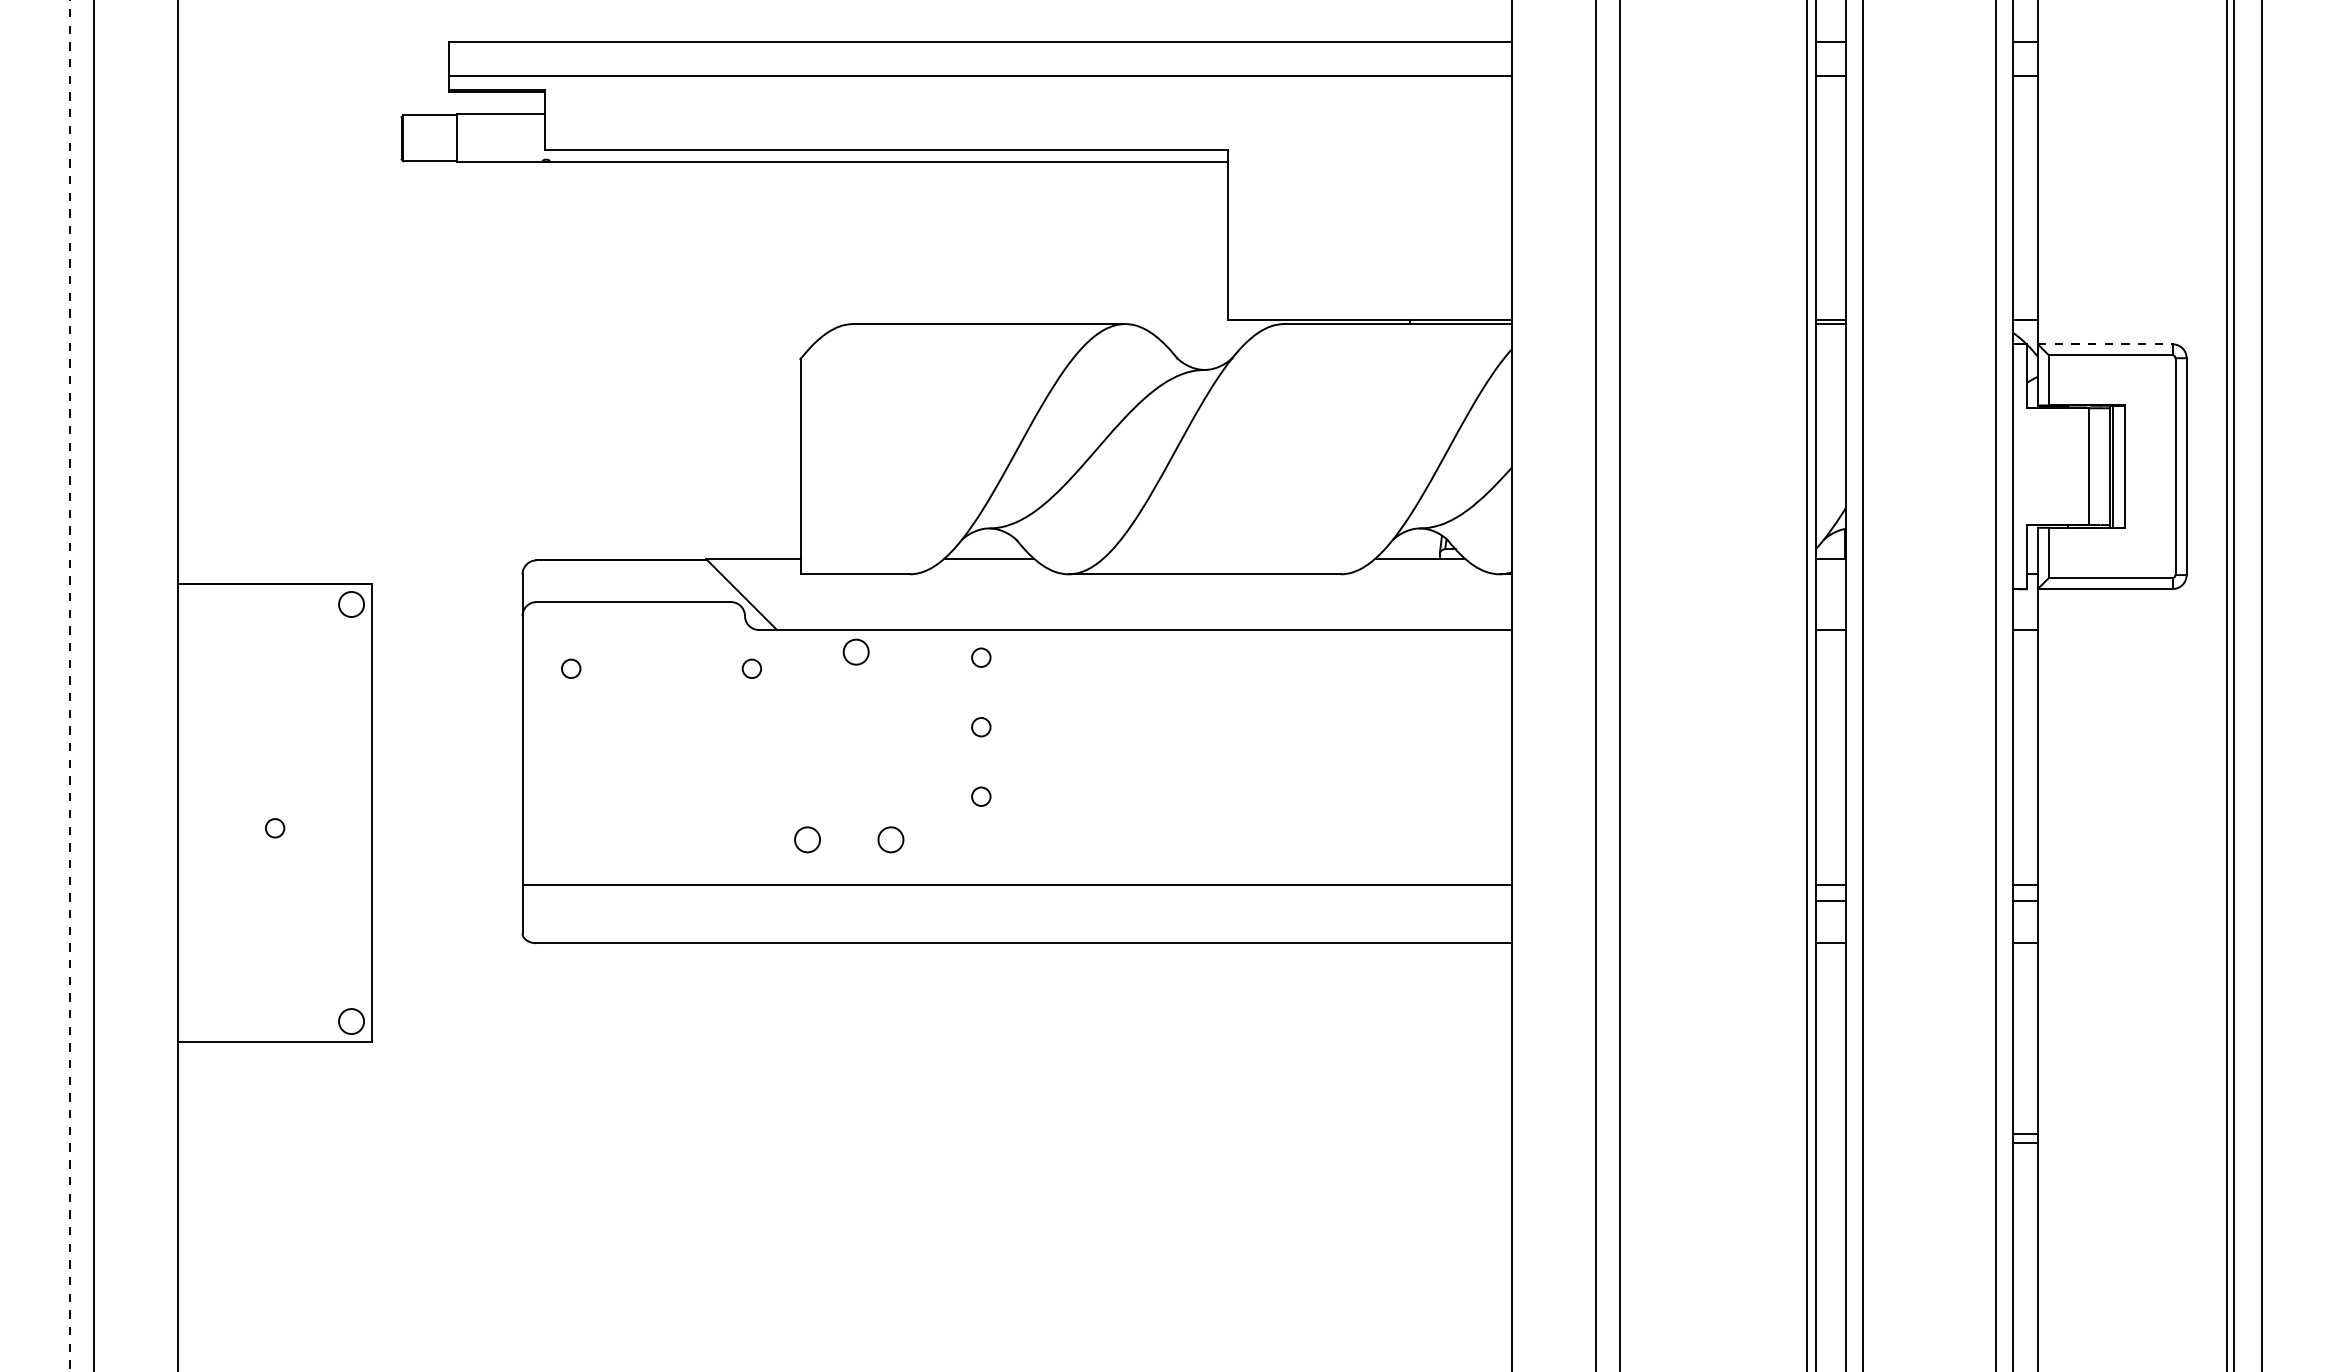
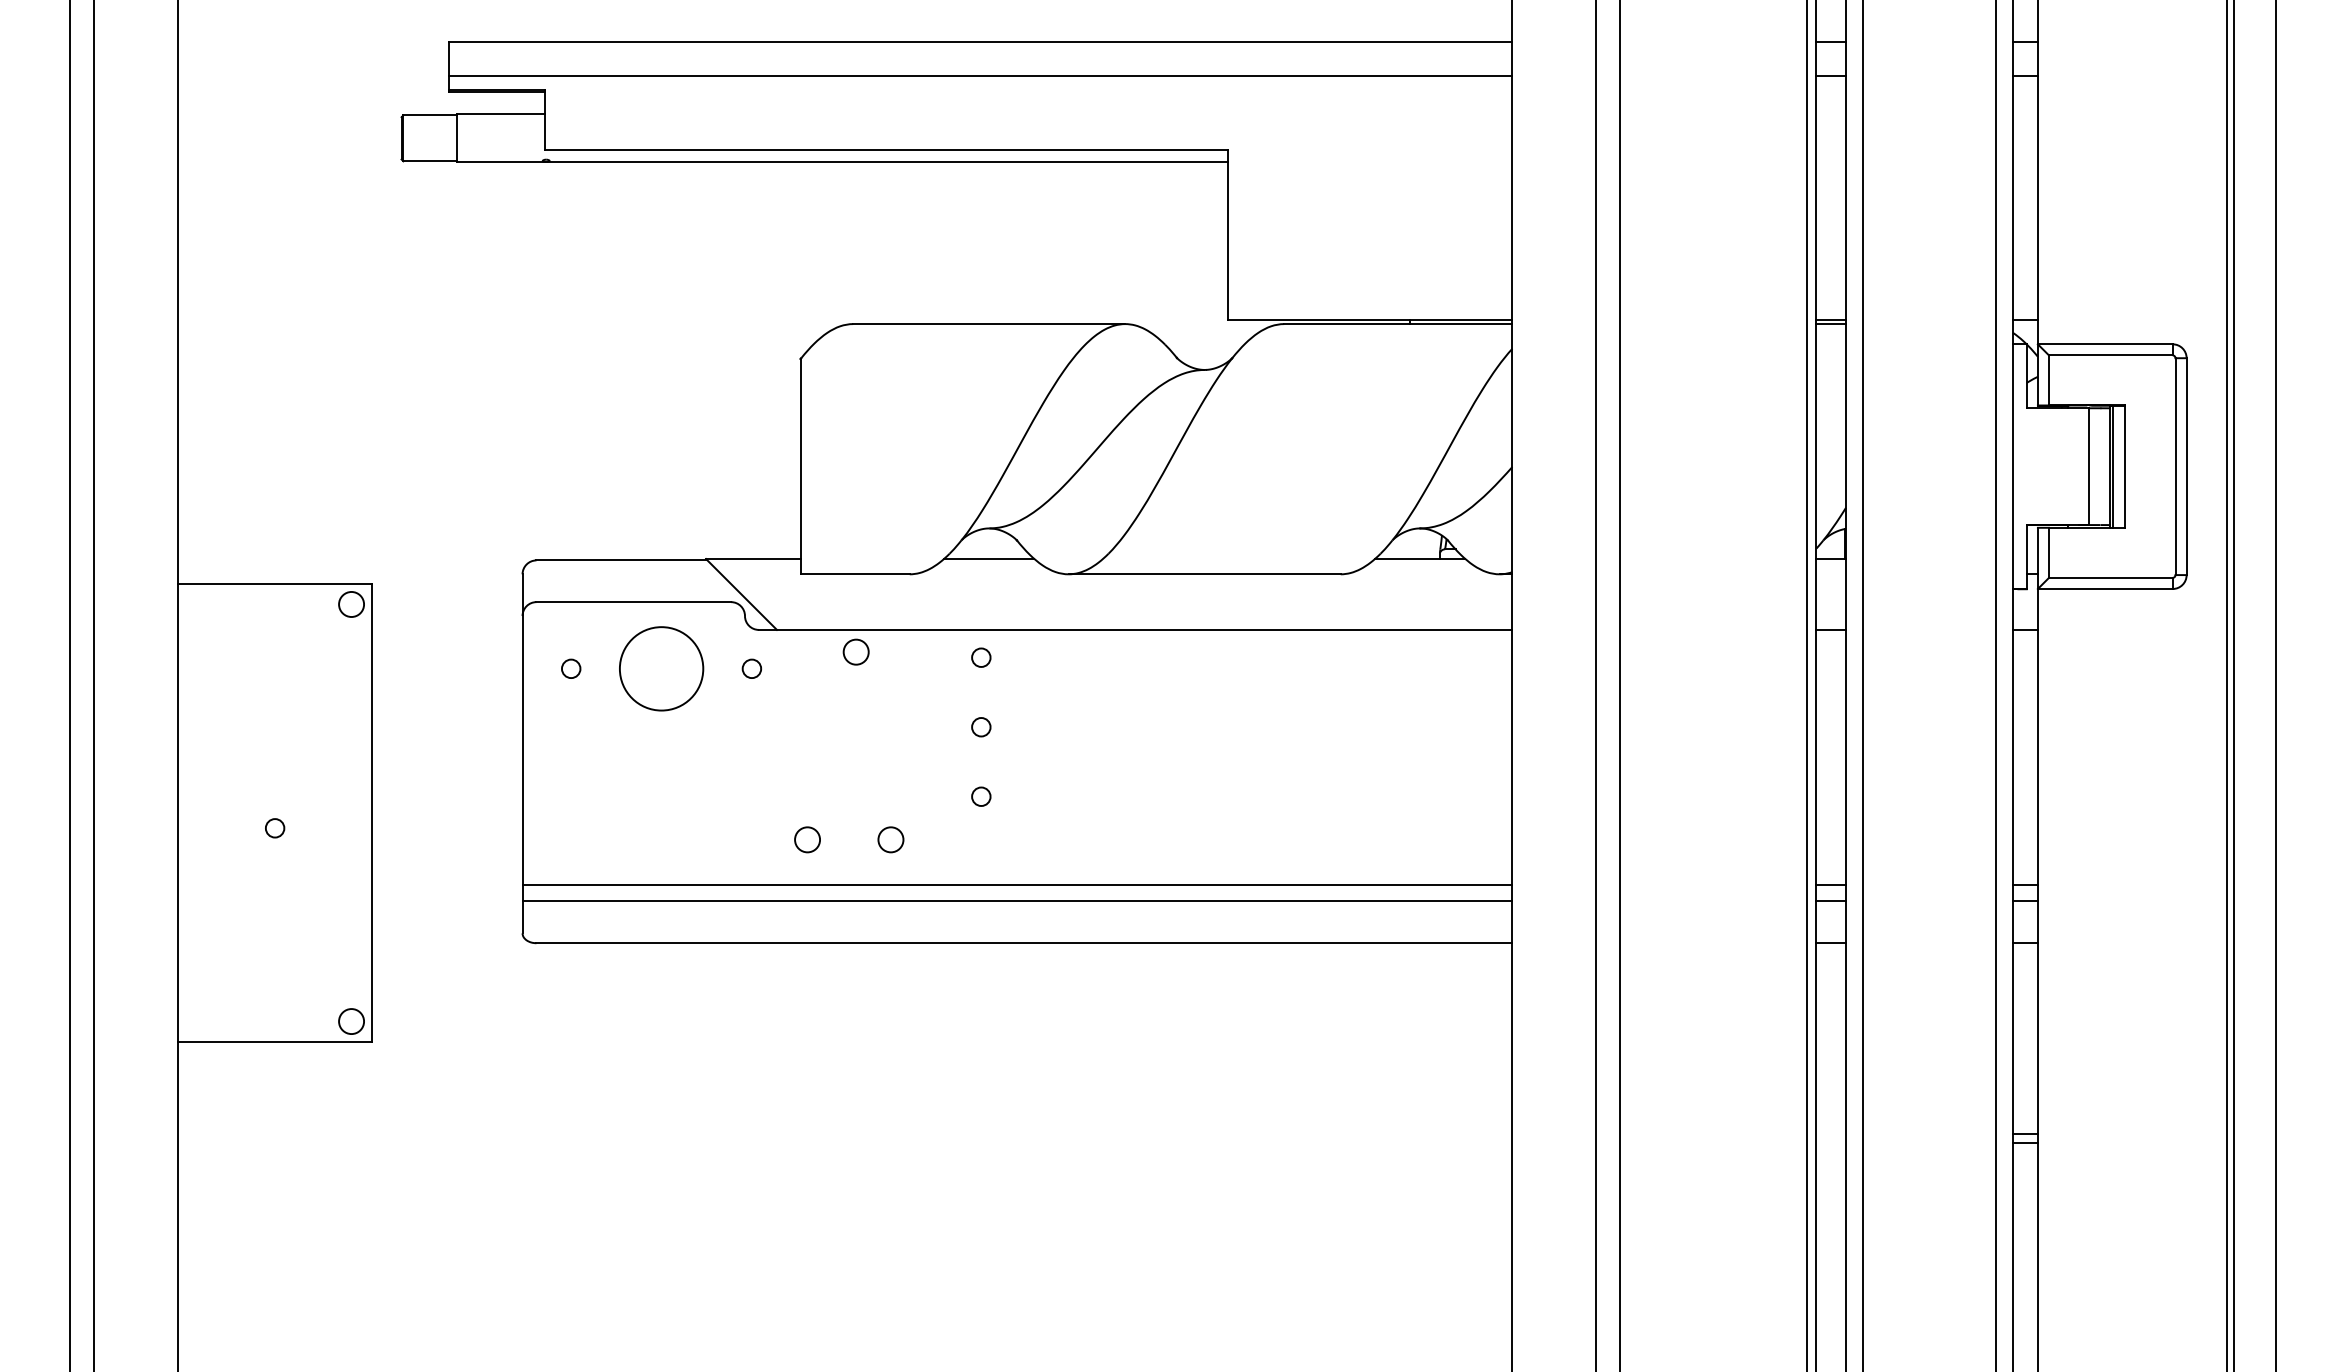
line at (2105, 344): dashed -> solid
circle at (661, 668): none -> present
line at (70, 685): dashed -> solid
line at (2261, 685) position: (2261, 685) -> (2275, 685)
line at (1017, 900): none -> present
